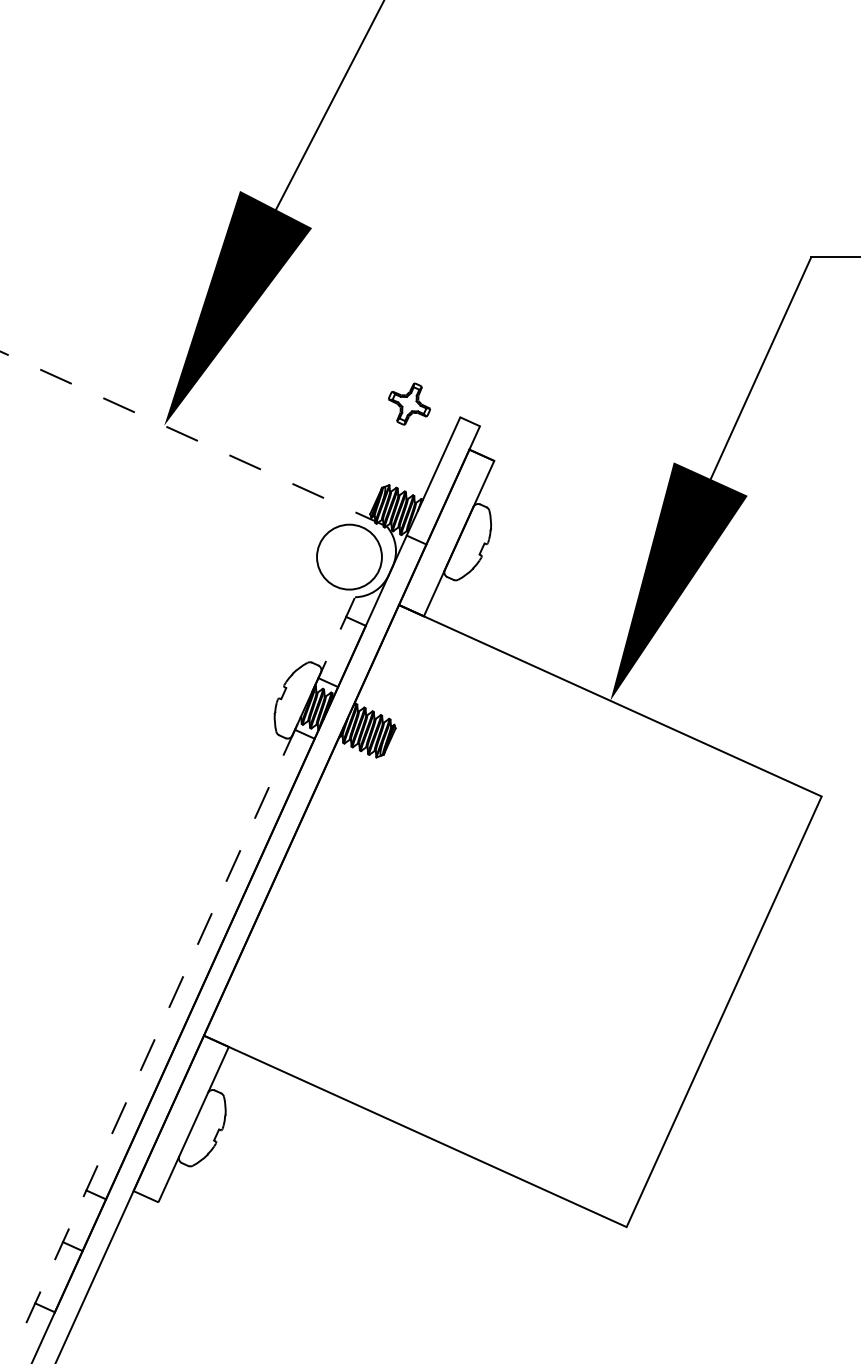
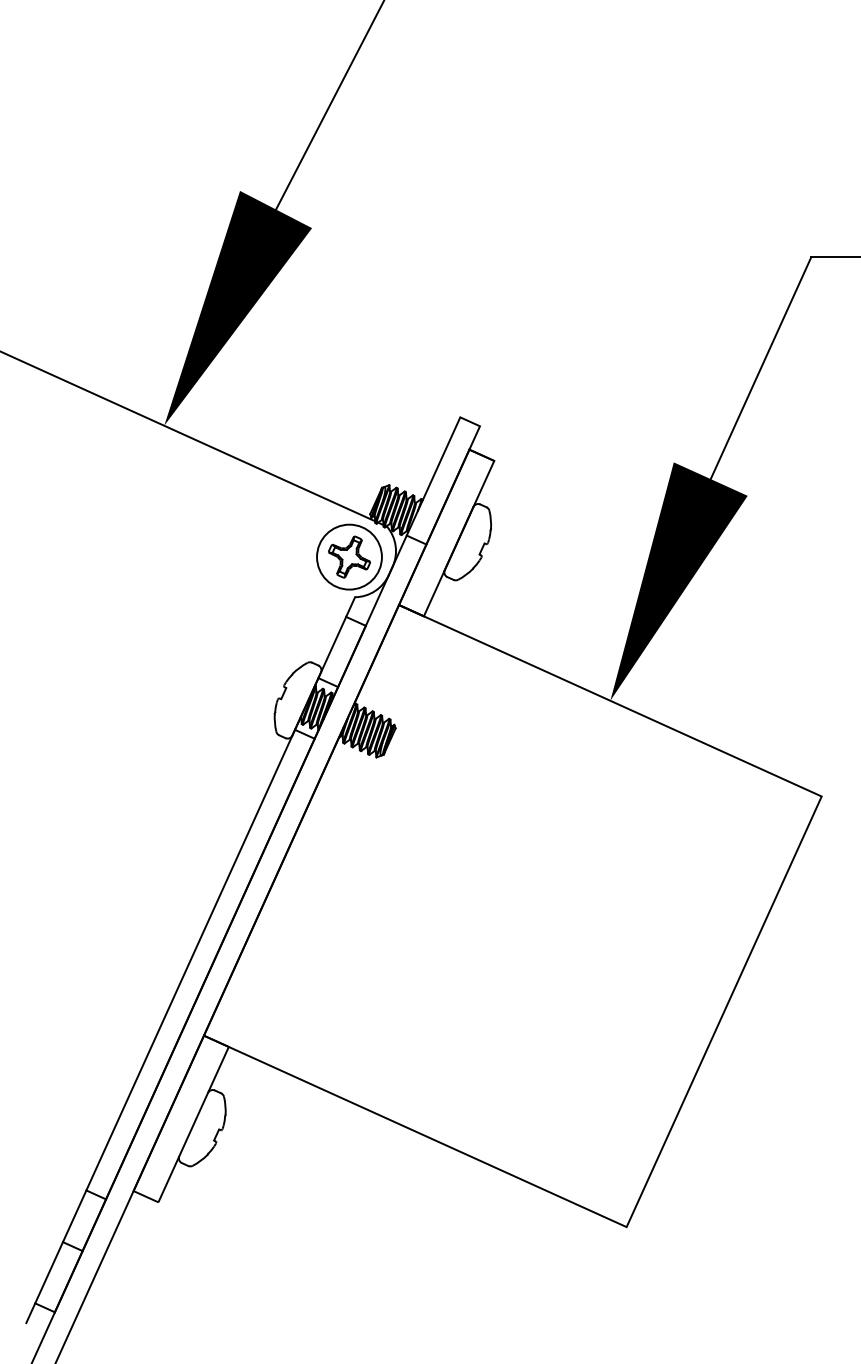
part at (409, 403) position: (409, 403) -> (349, 556)
line at (193, 438): dashed -> solid
line at (190, 959): dashed -> solid
